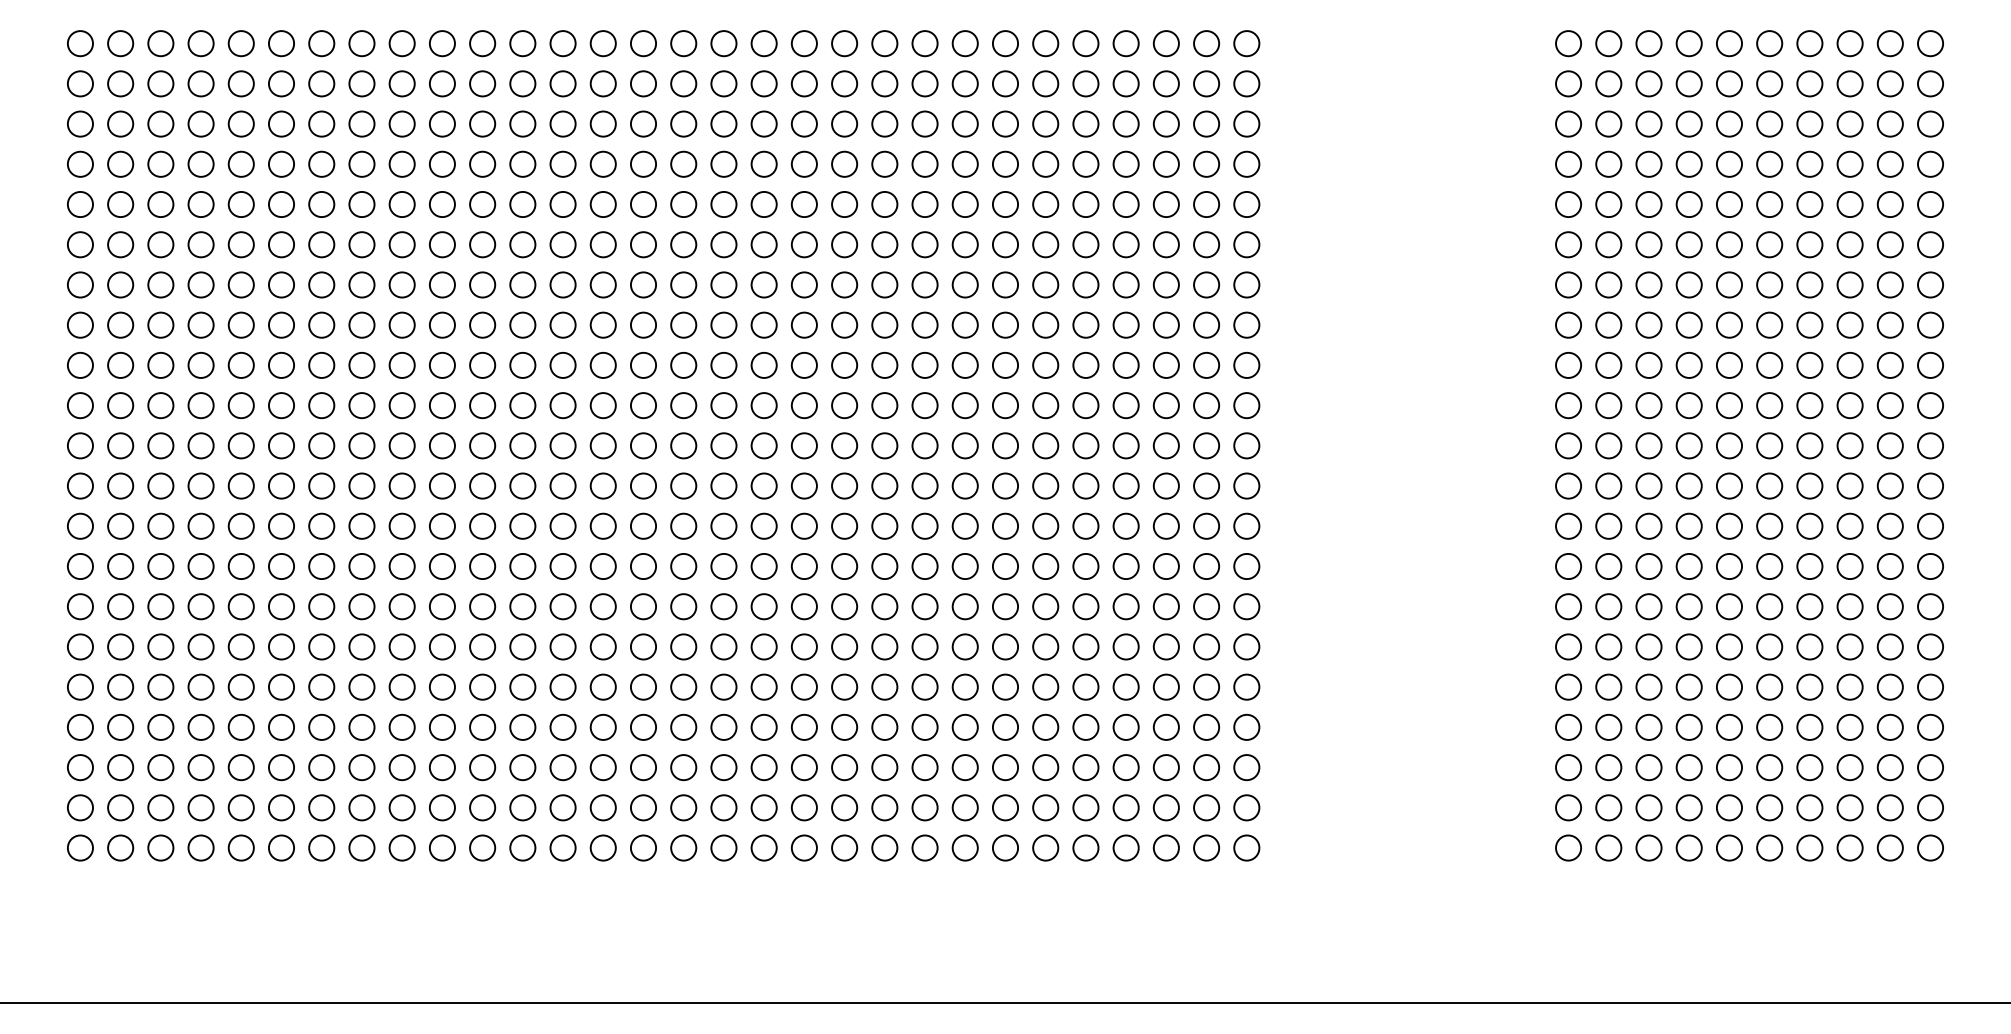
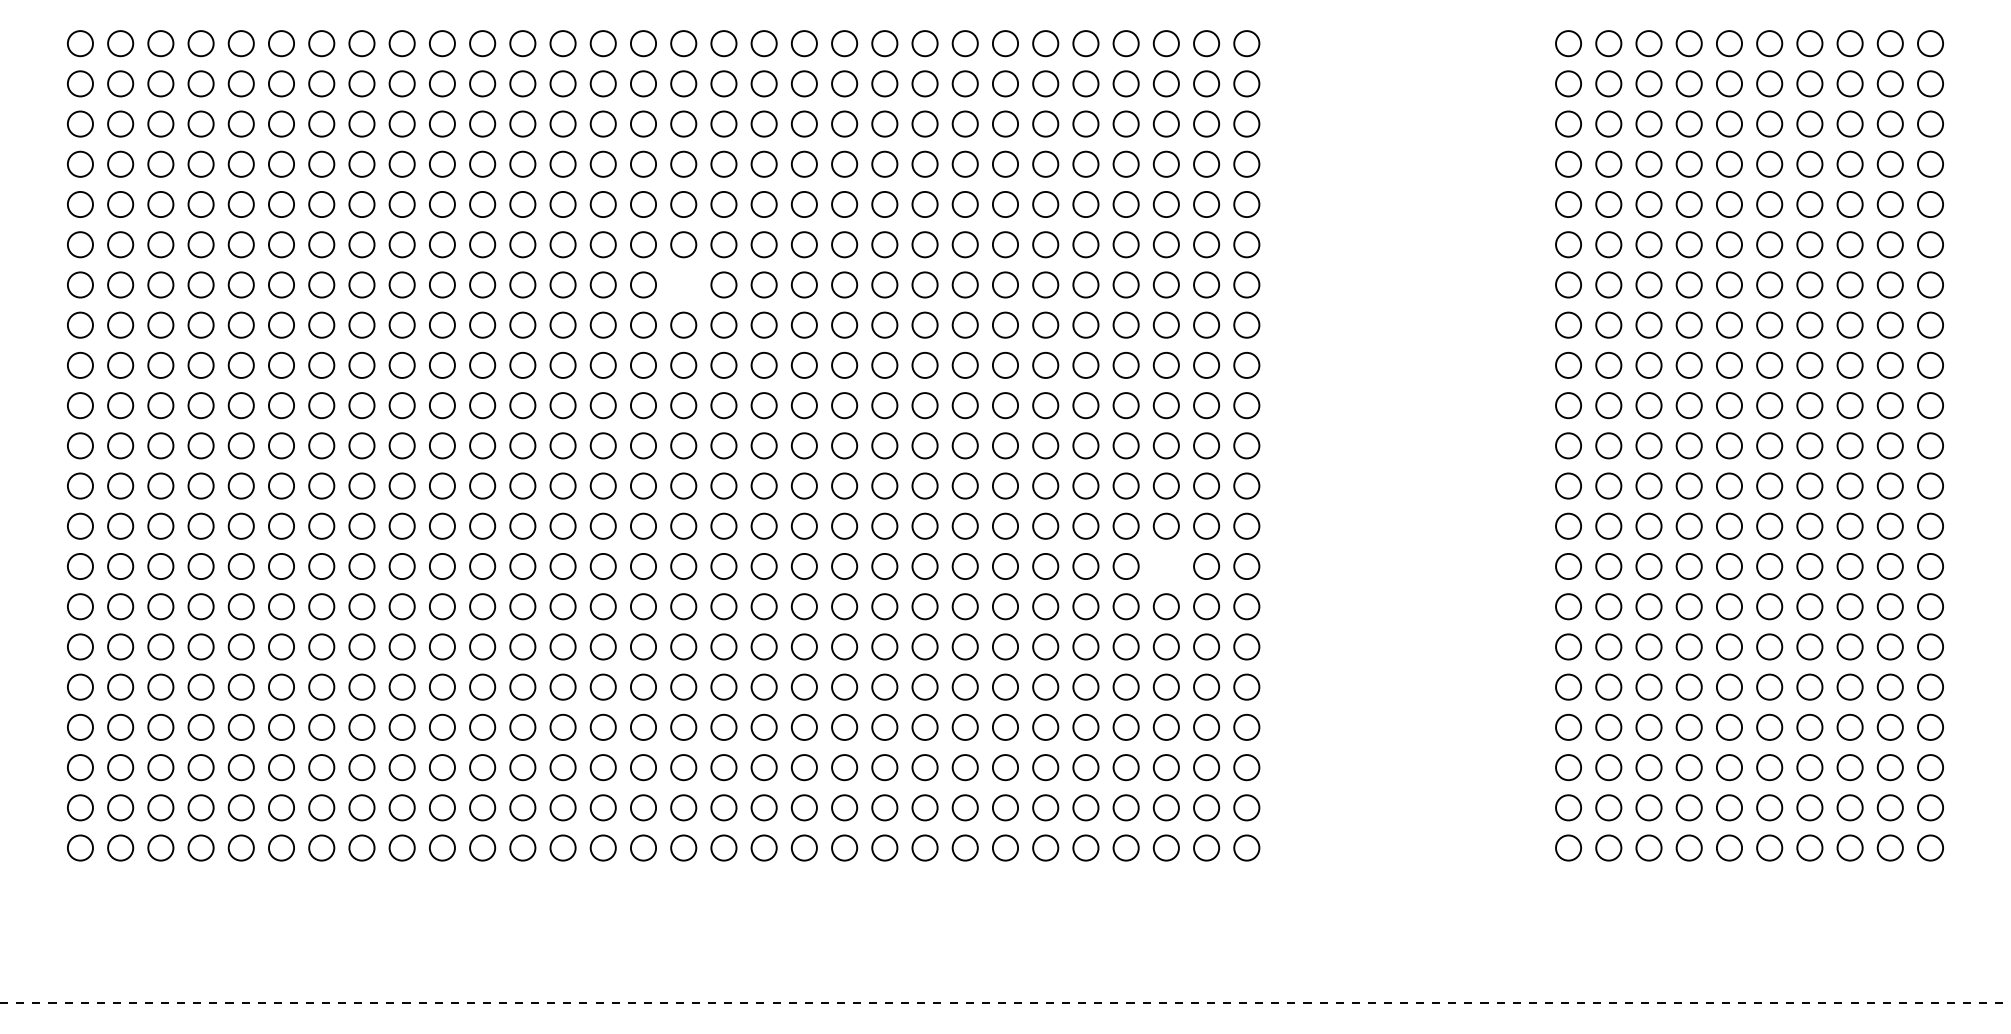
circle at (683, 284): present -> none
circle at (1165, 566): present -> none
line at (1006, 1002): solid -> dashed
